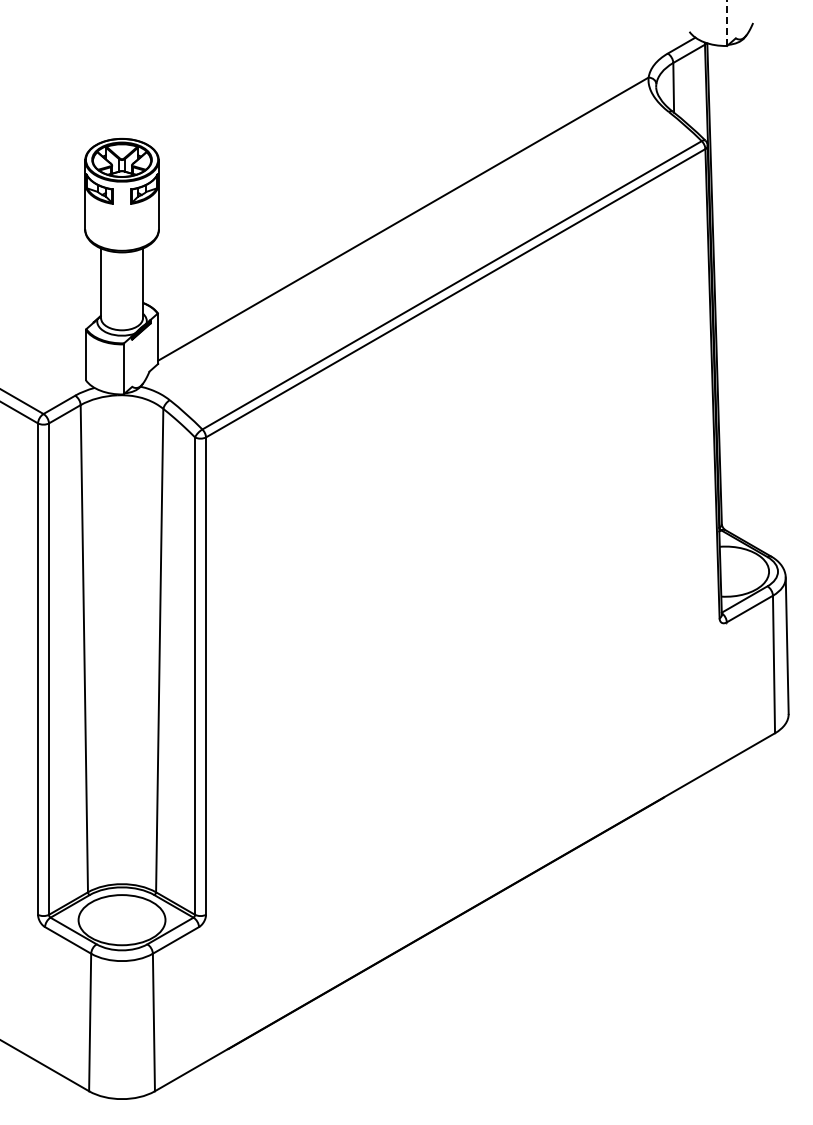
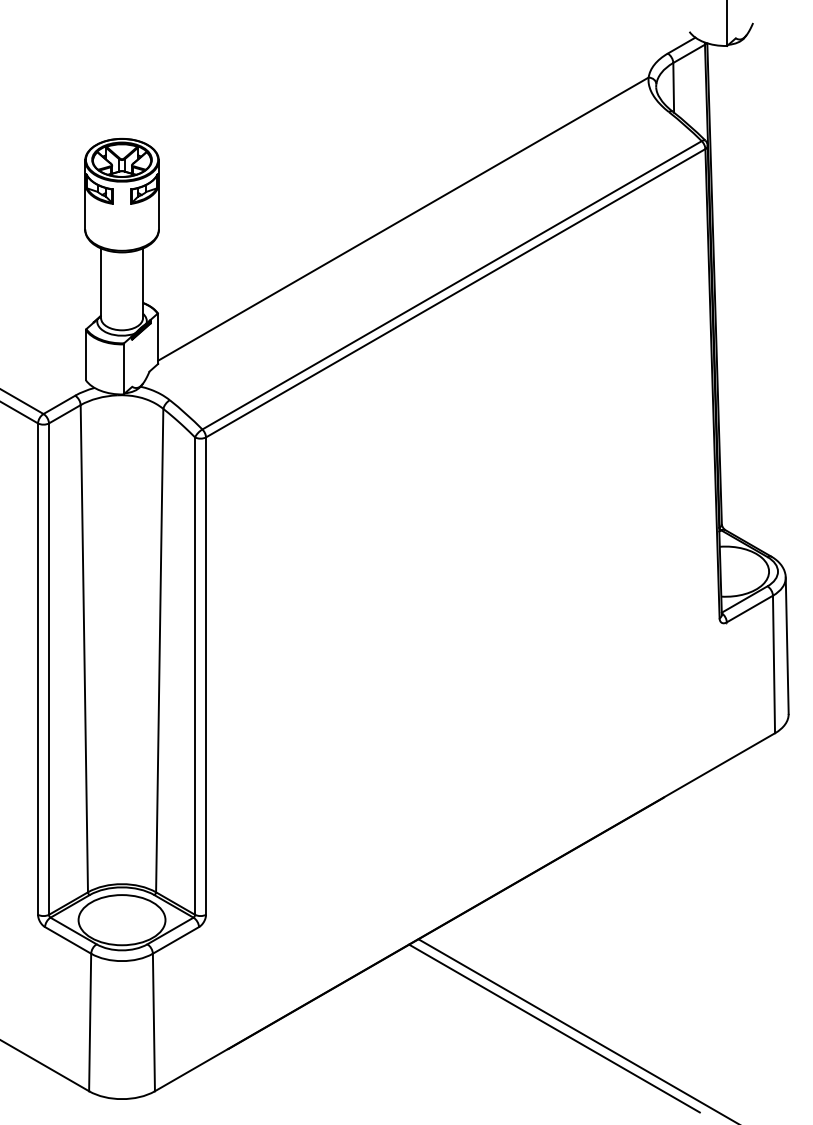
line at (727, 23): dashed -> solid
line at (554, 1028): none -> present
line at (576, 1030): none -> present
